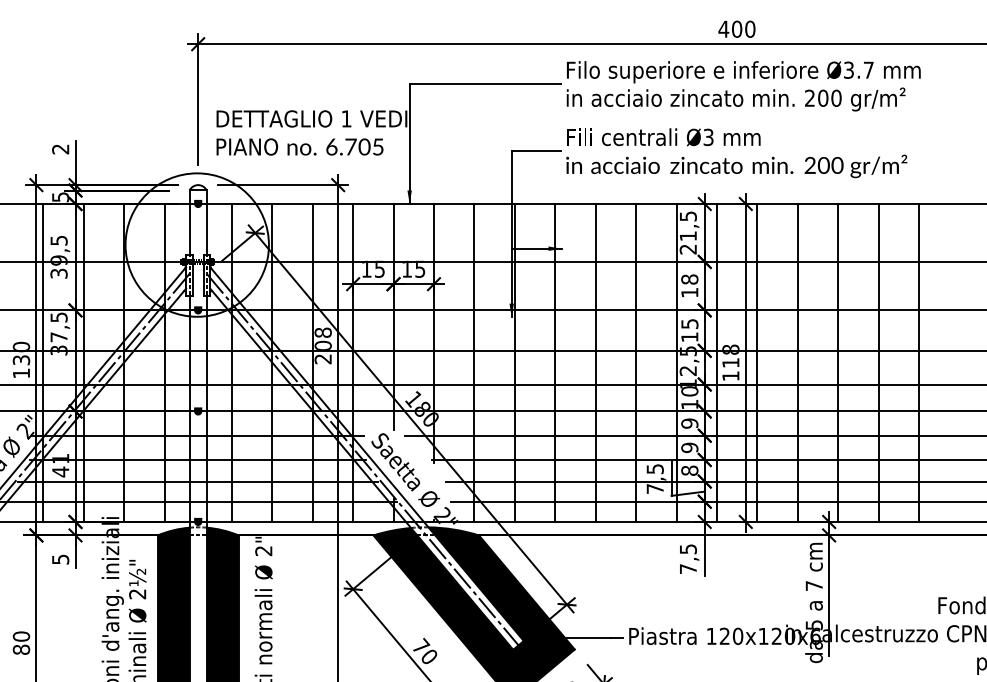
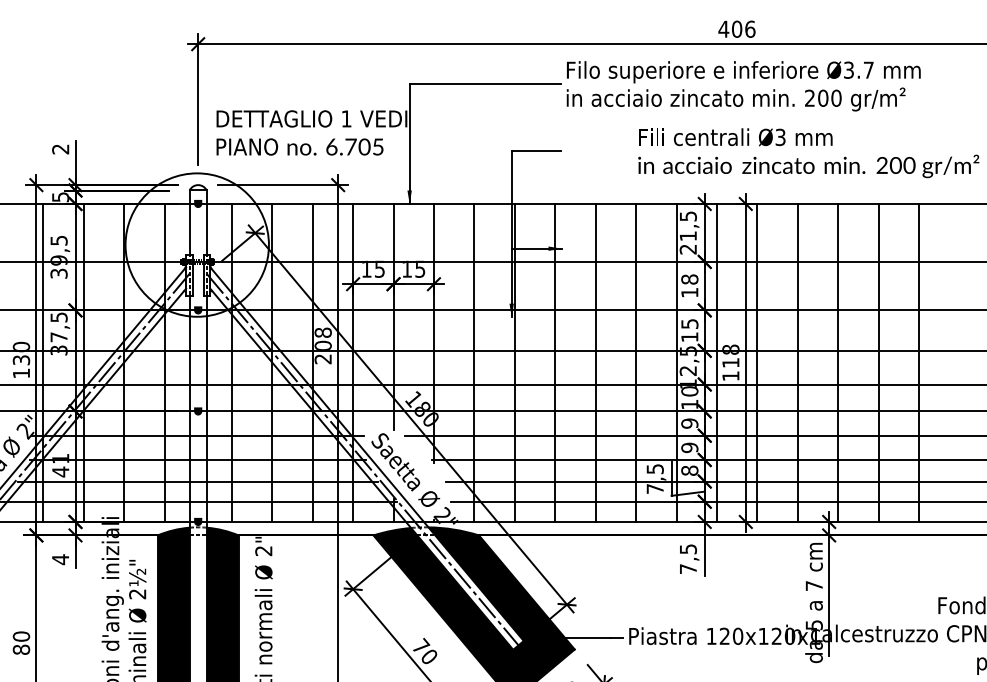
text at (750, 28): 400 -> 406
text at (736, 153) position: (736, 153) -> (808, 153)
text at (60, 559): 5 -> 4
text at (815, 635): 120x120x6 -> 120x120x1
